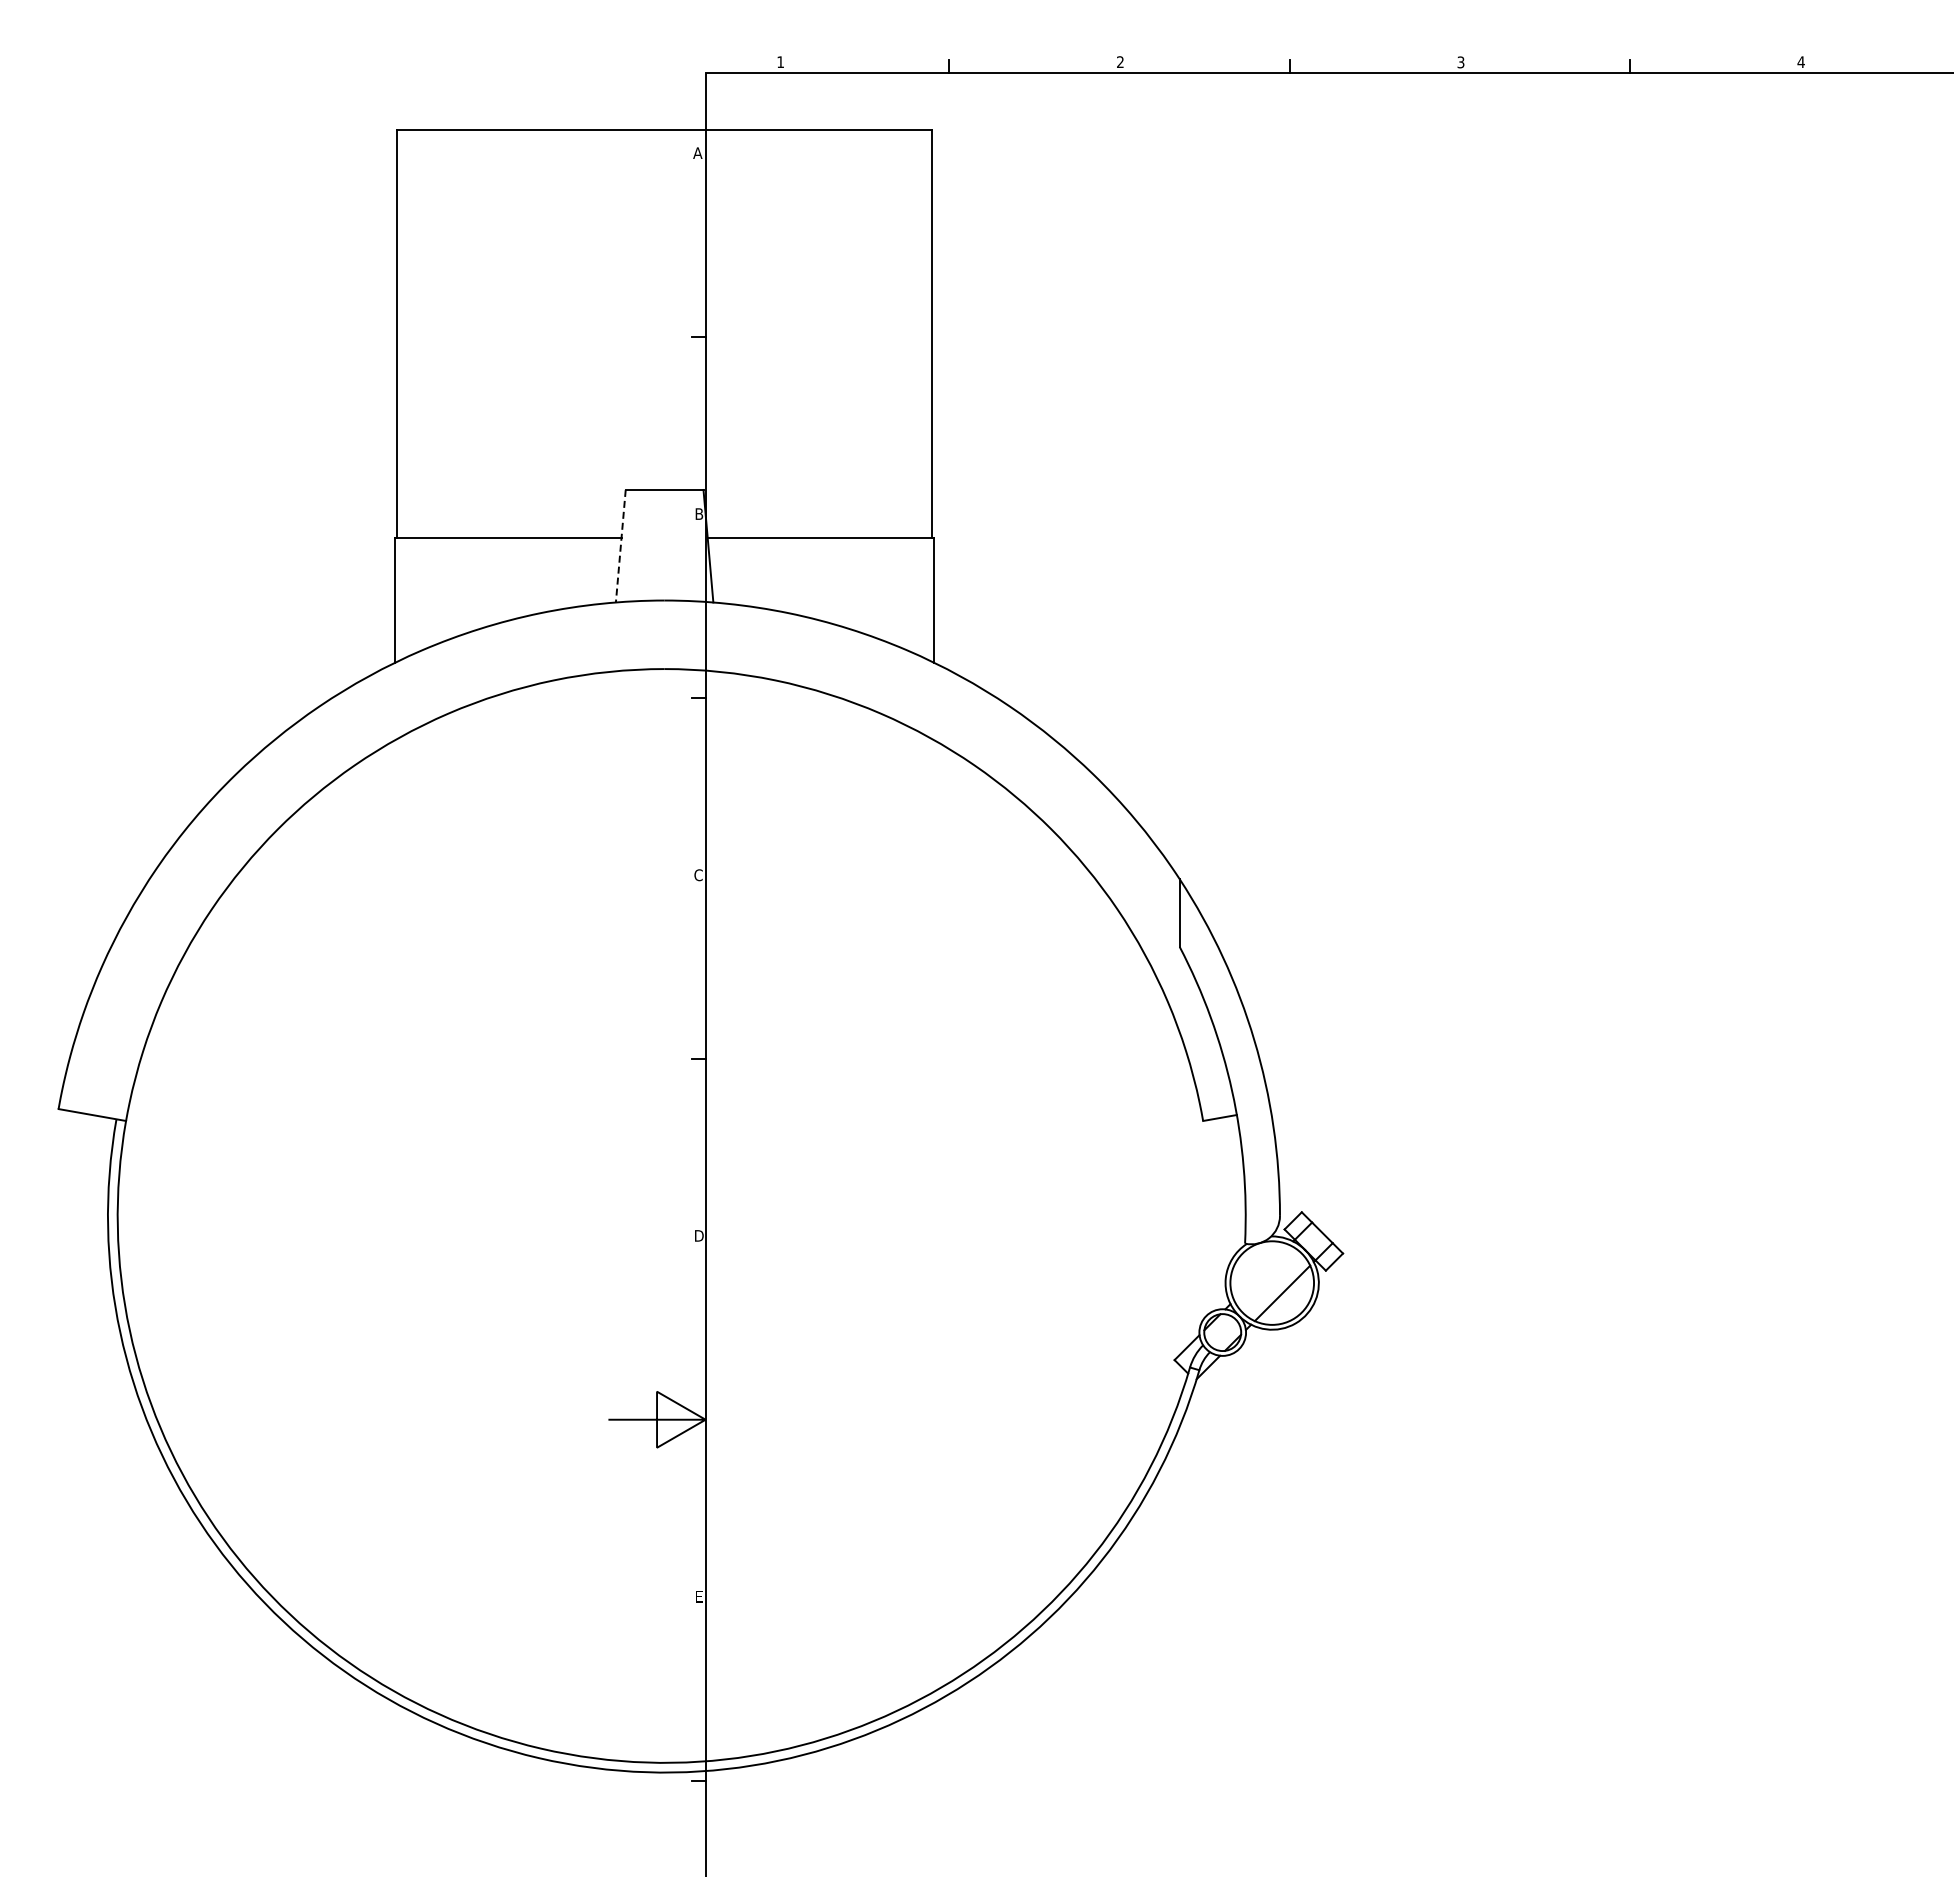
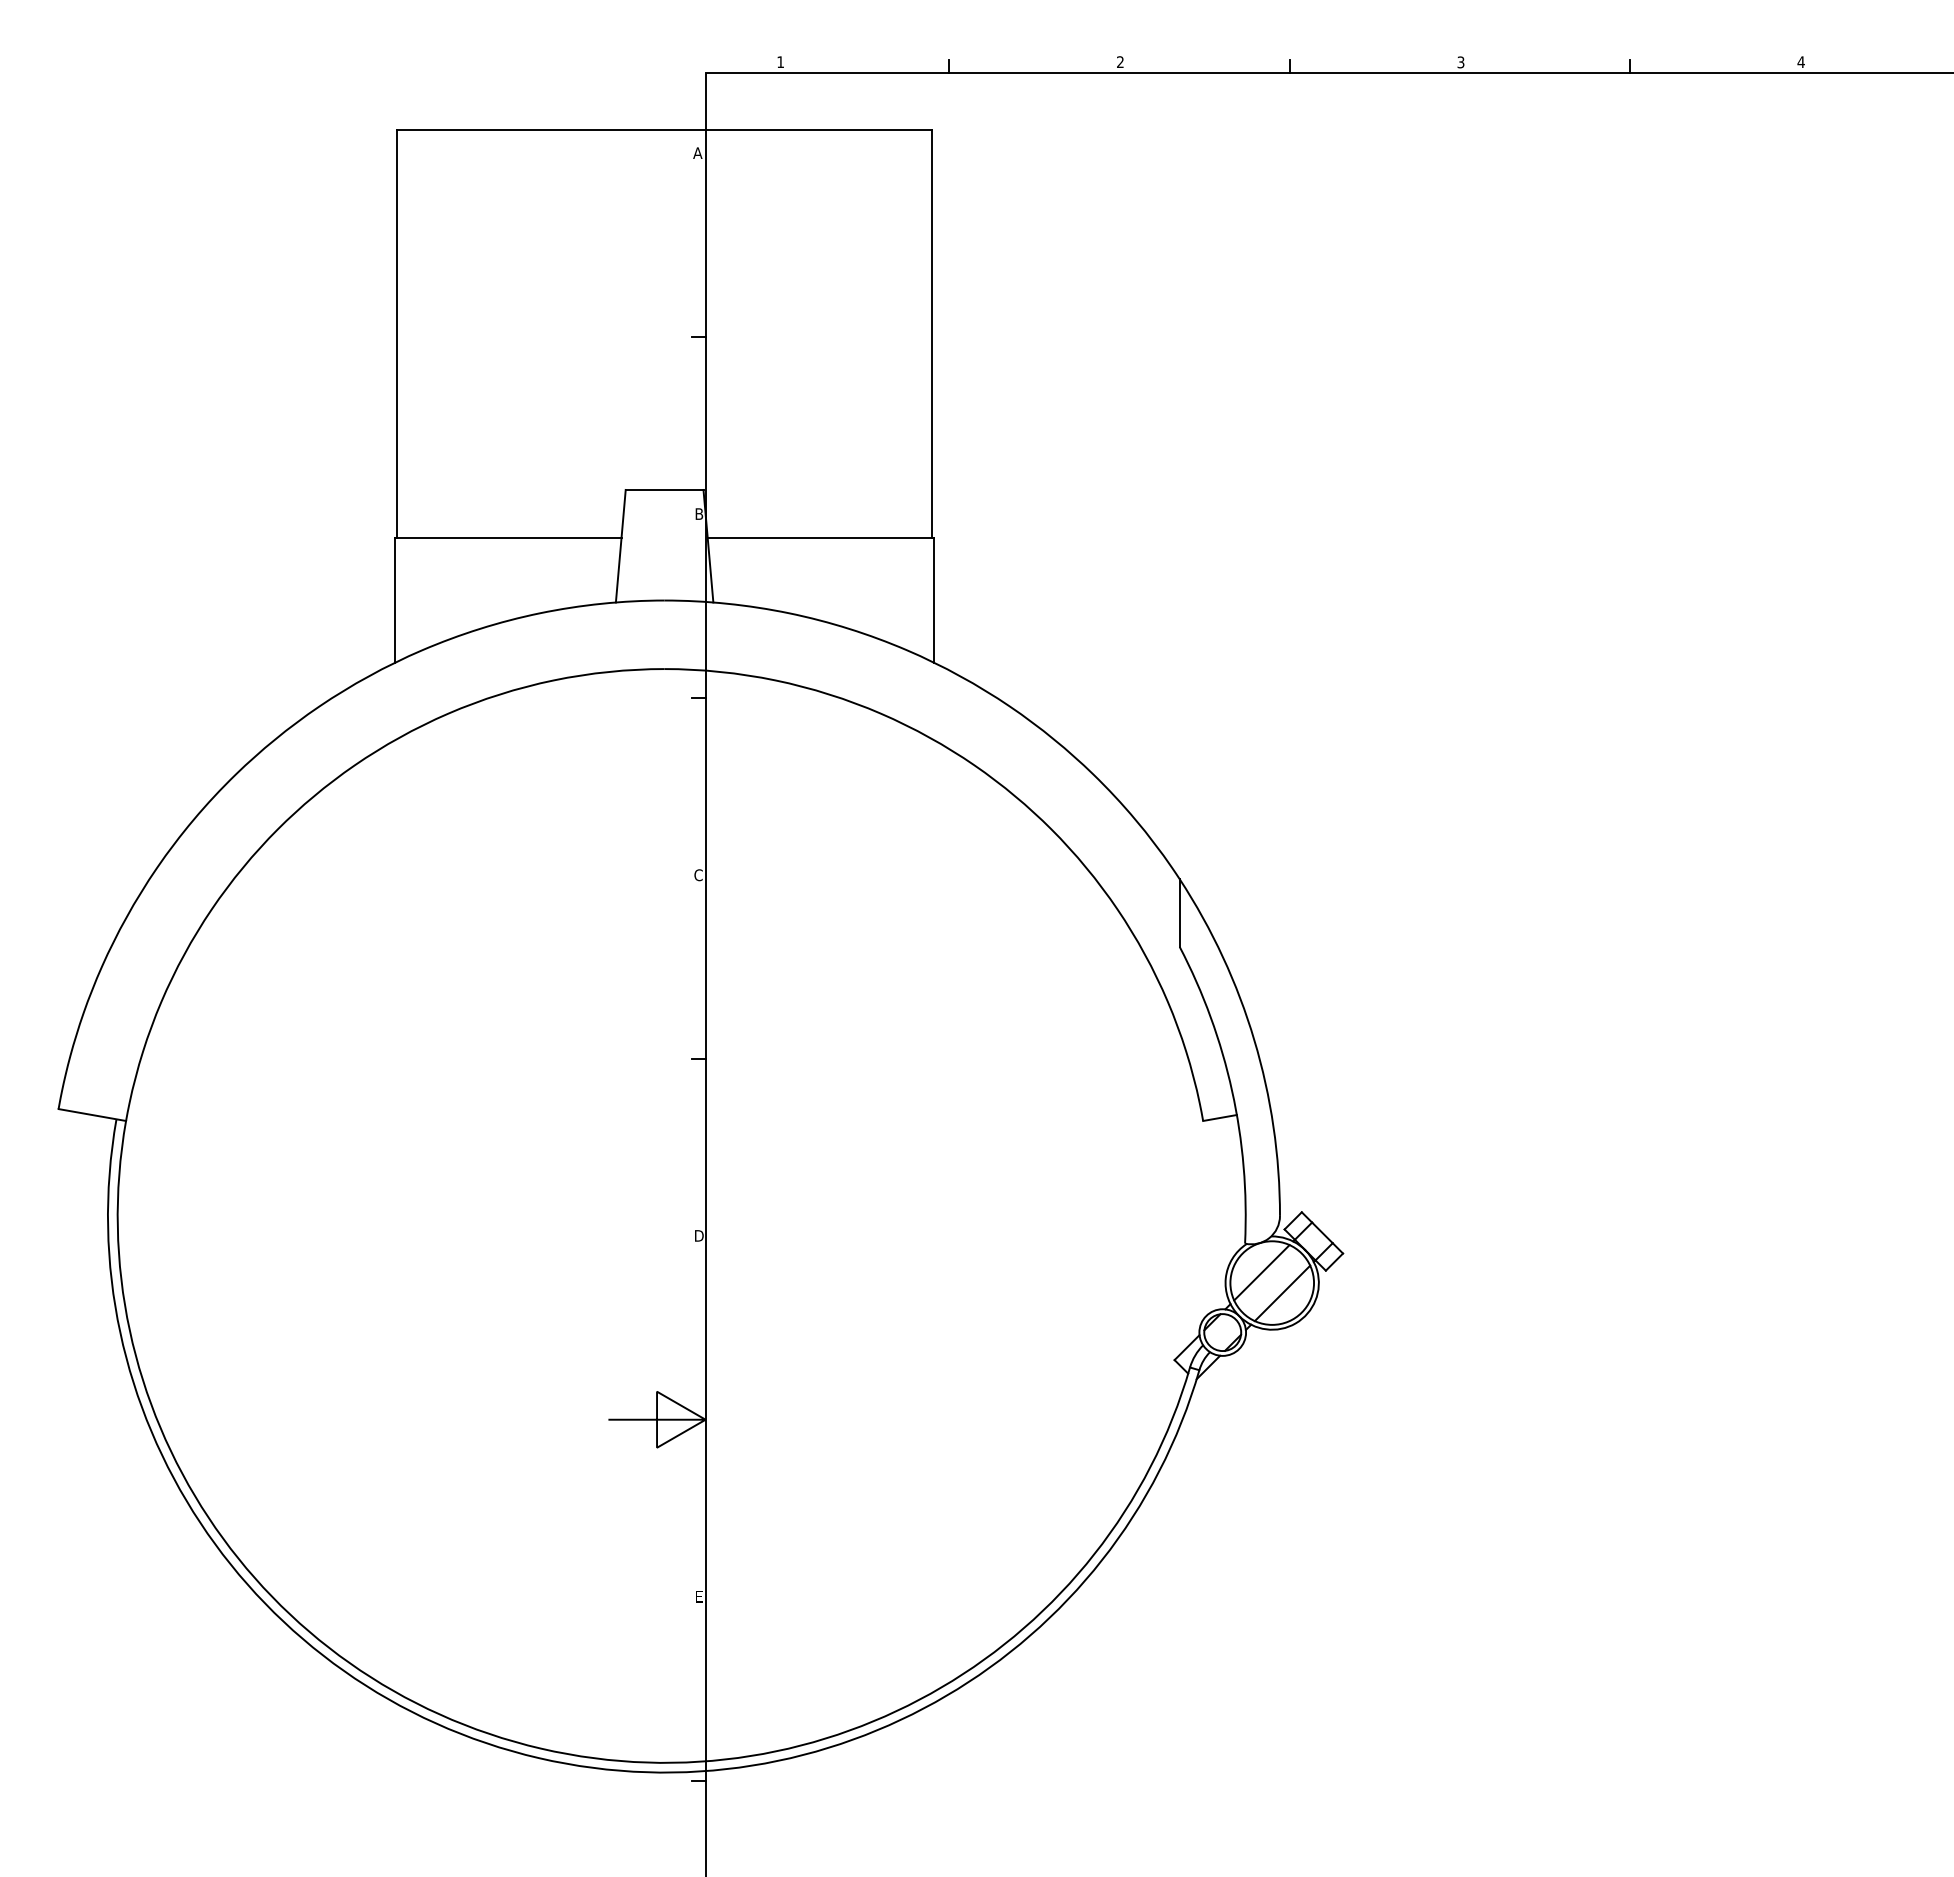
line at (620, 546): dashed -> solid
line at (1261, 1272): none -> present
